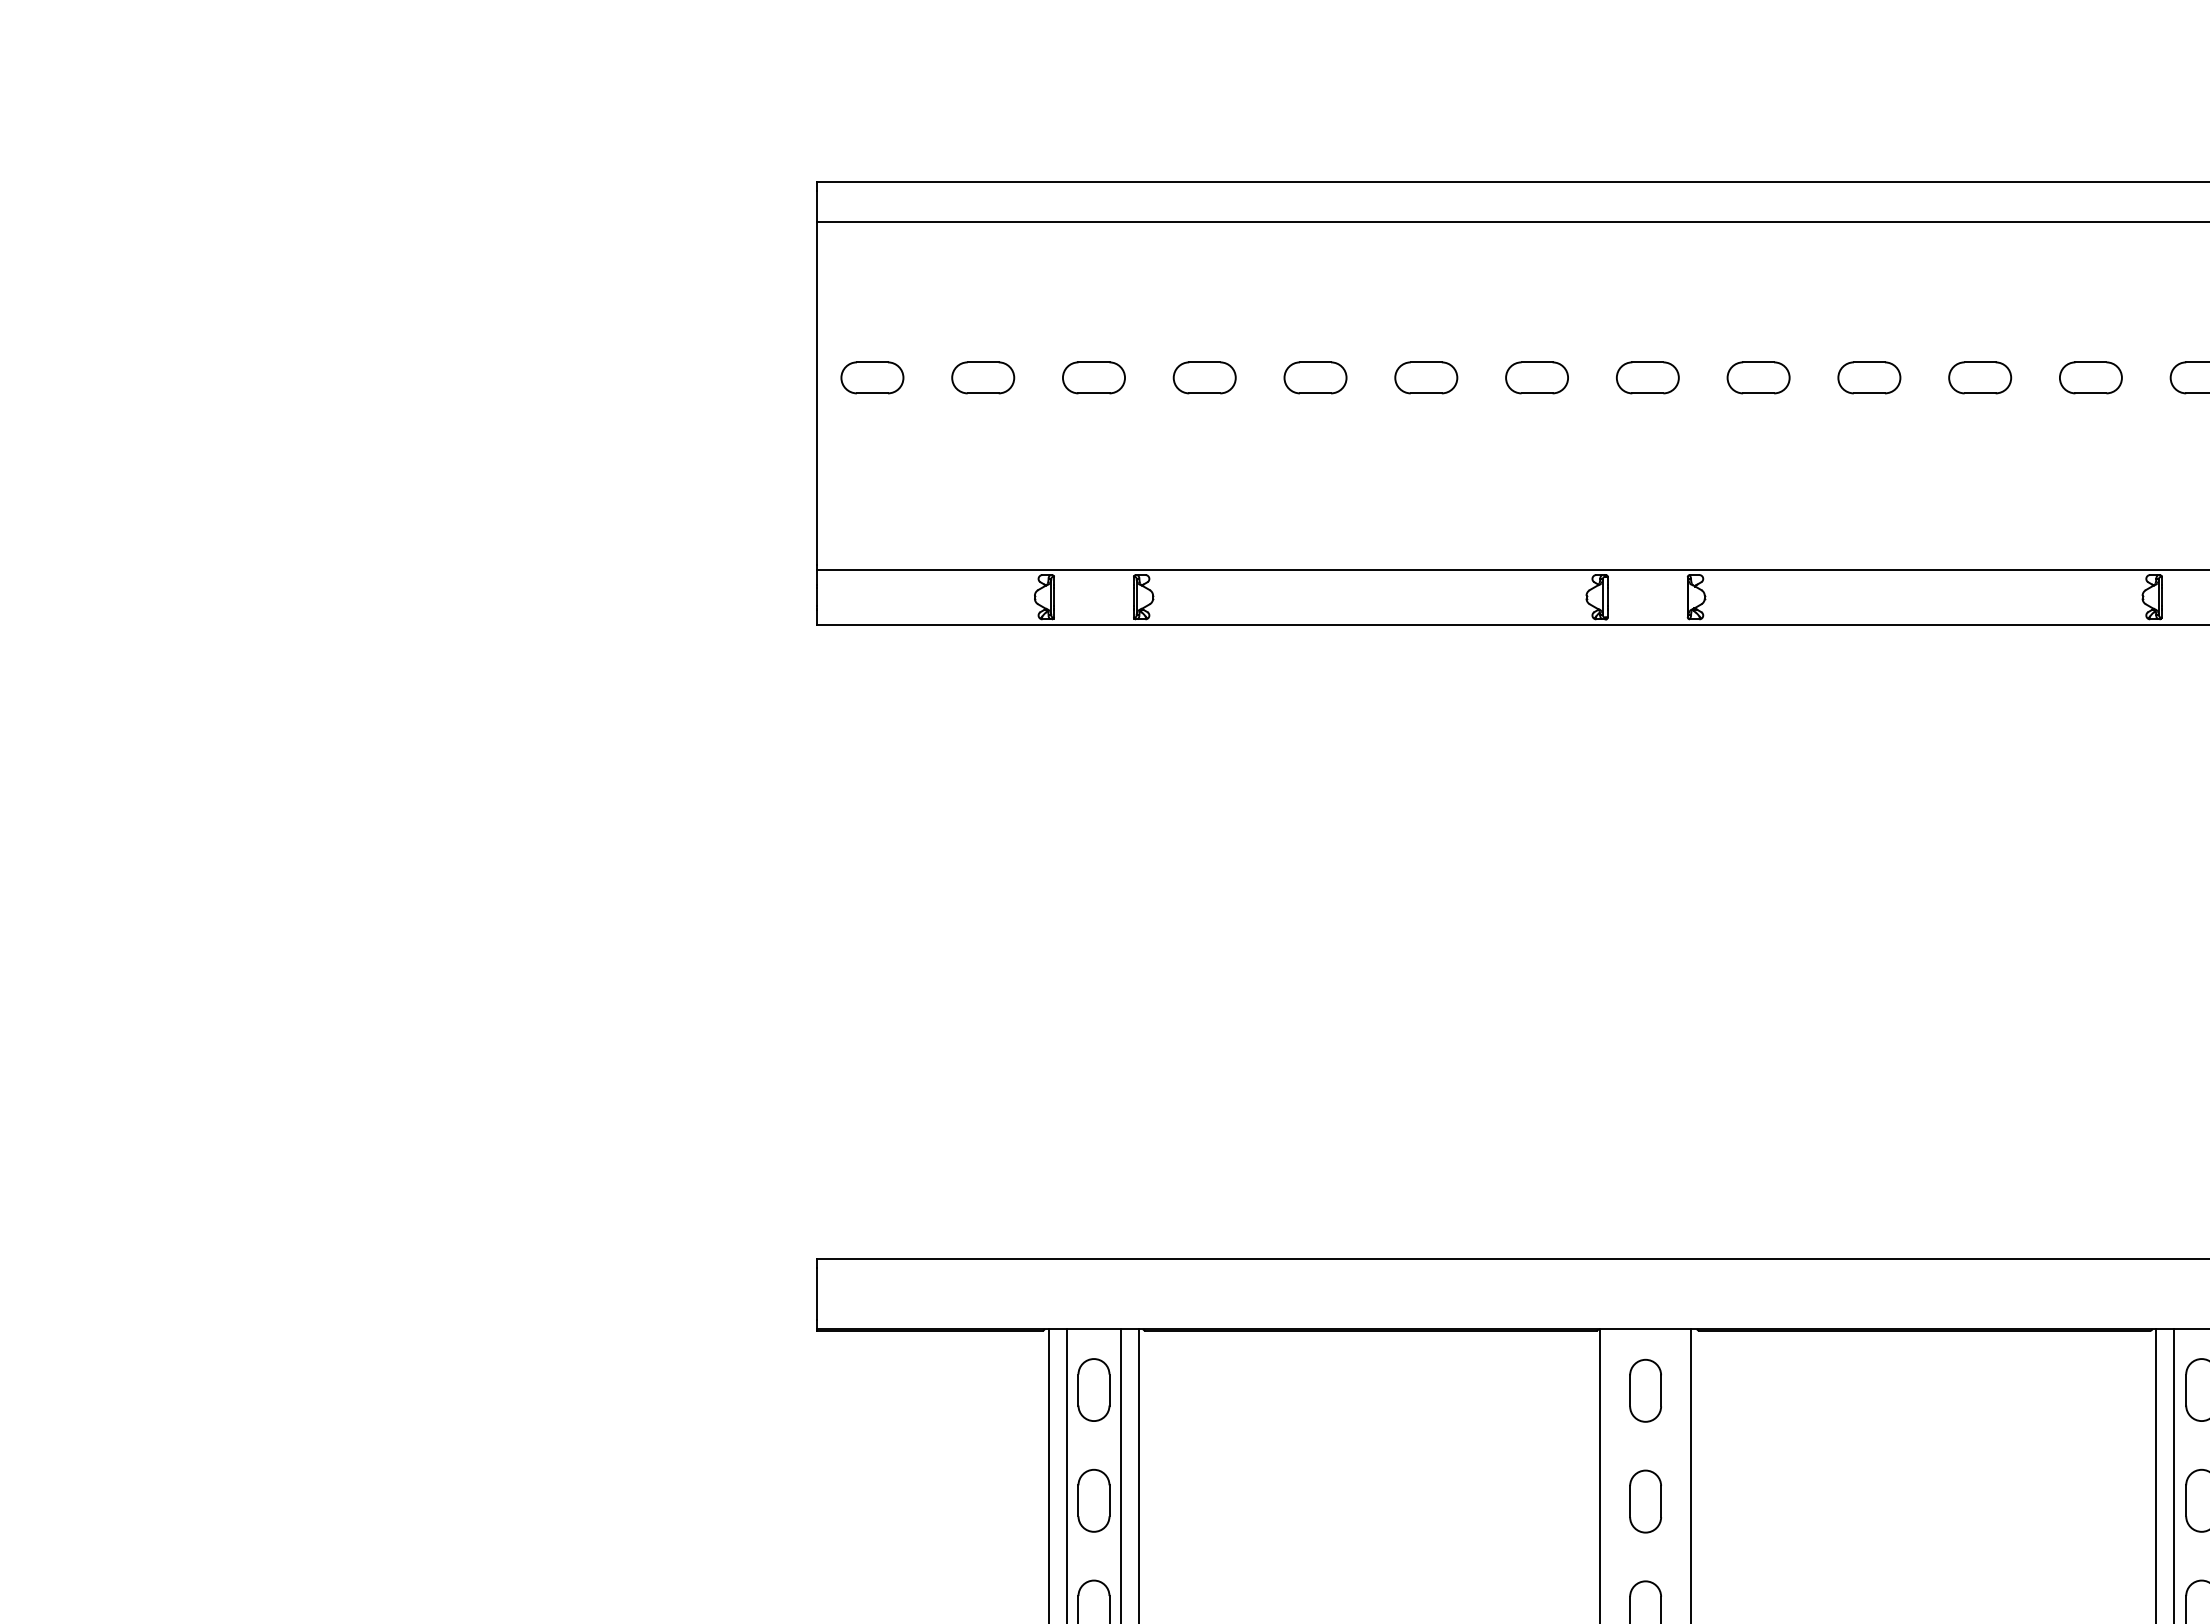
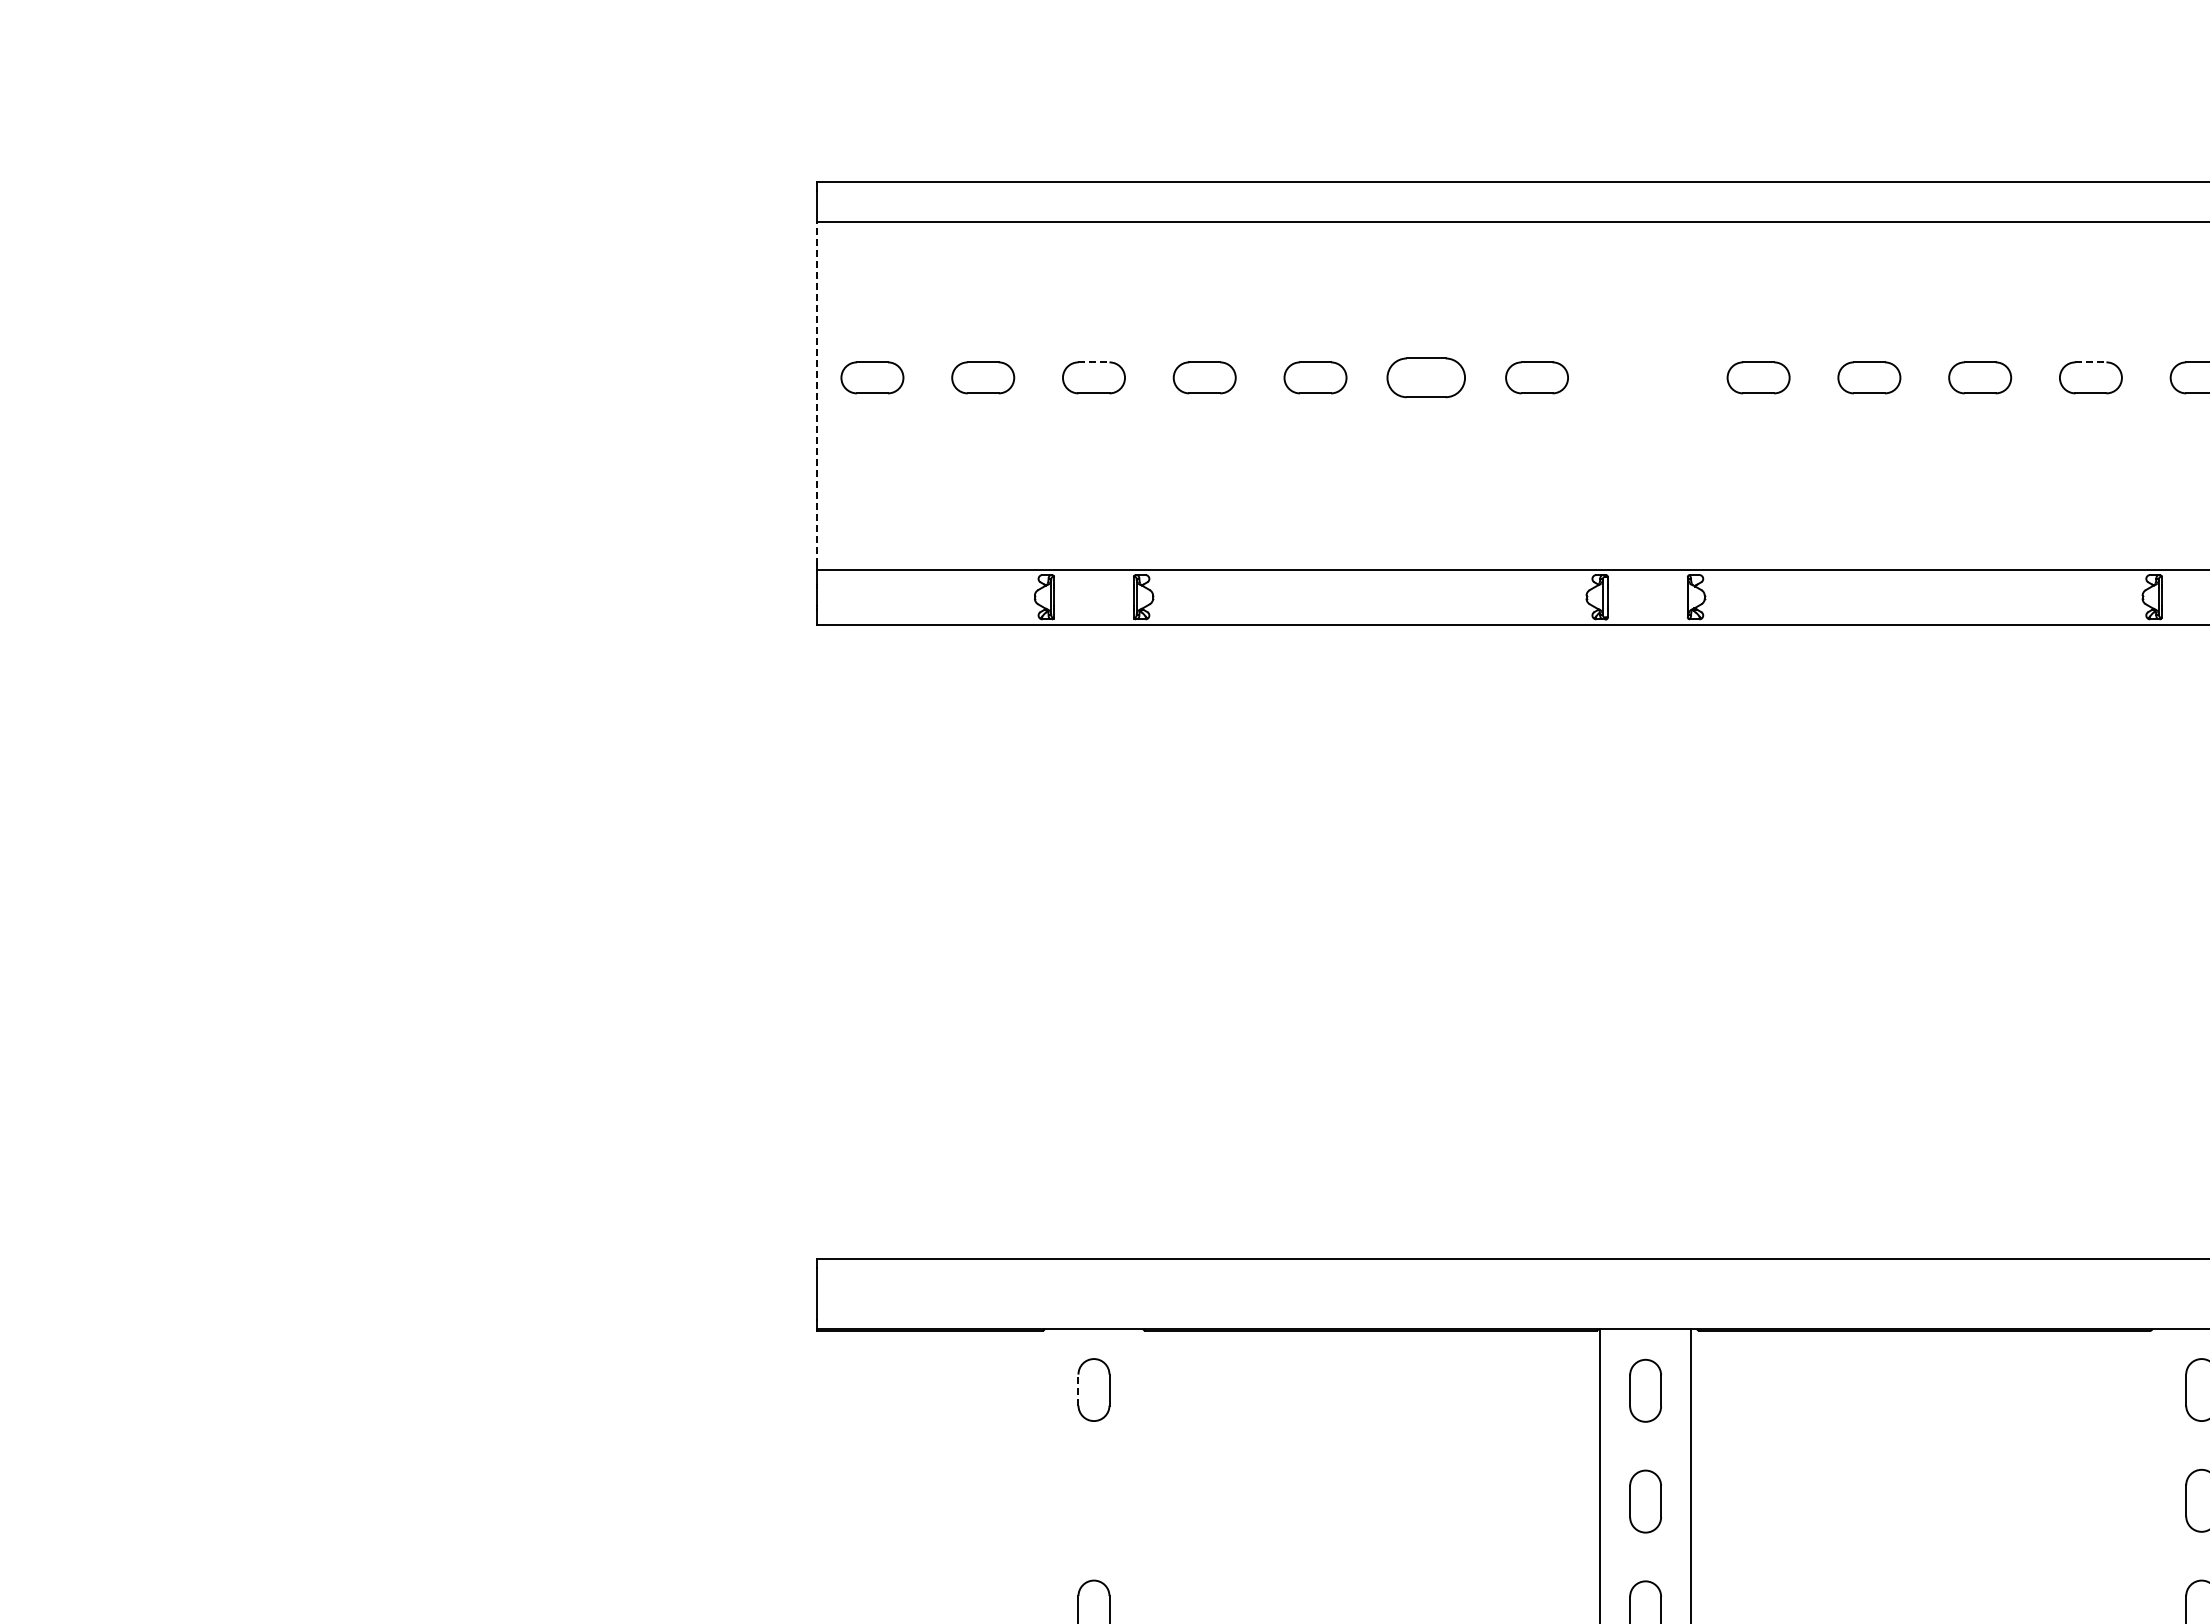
line at (1093, 362): solid -> dashed
line at (2090, 362): solid -> dashed
part at (1426, 377) size: 65x34 px -> 80x42 px
part at (1647, 377): present -> none
line at (817, 393): solid -> dashed
line at (1078, 1390): solid -> dashed
line at (1048, 1474): present -> none
line at (1066, 1474): present -> none
line at (1121, 1474): present -> none
line at (1139, 1474): present -> none
line at (2156, 1474): present -> none
line at (2174, 1474): present -> none
part at (1093, 1500): present -> none
